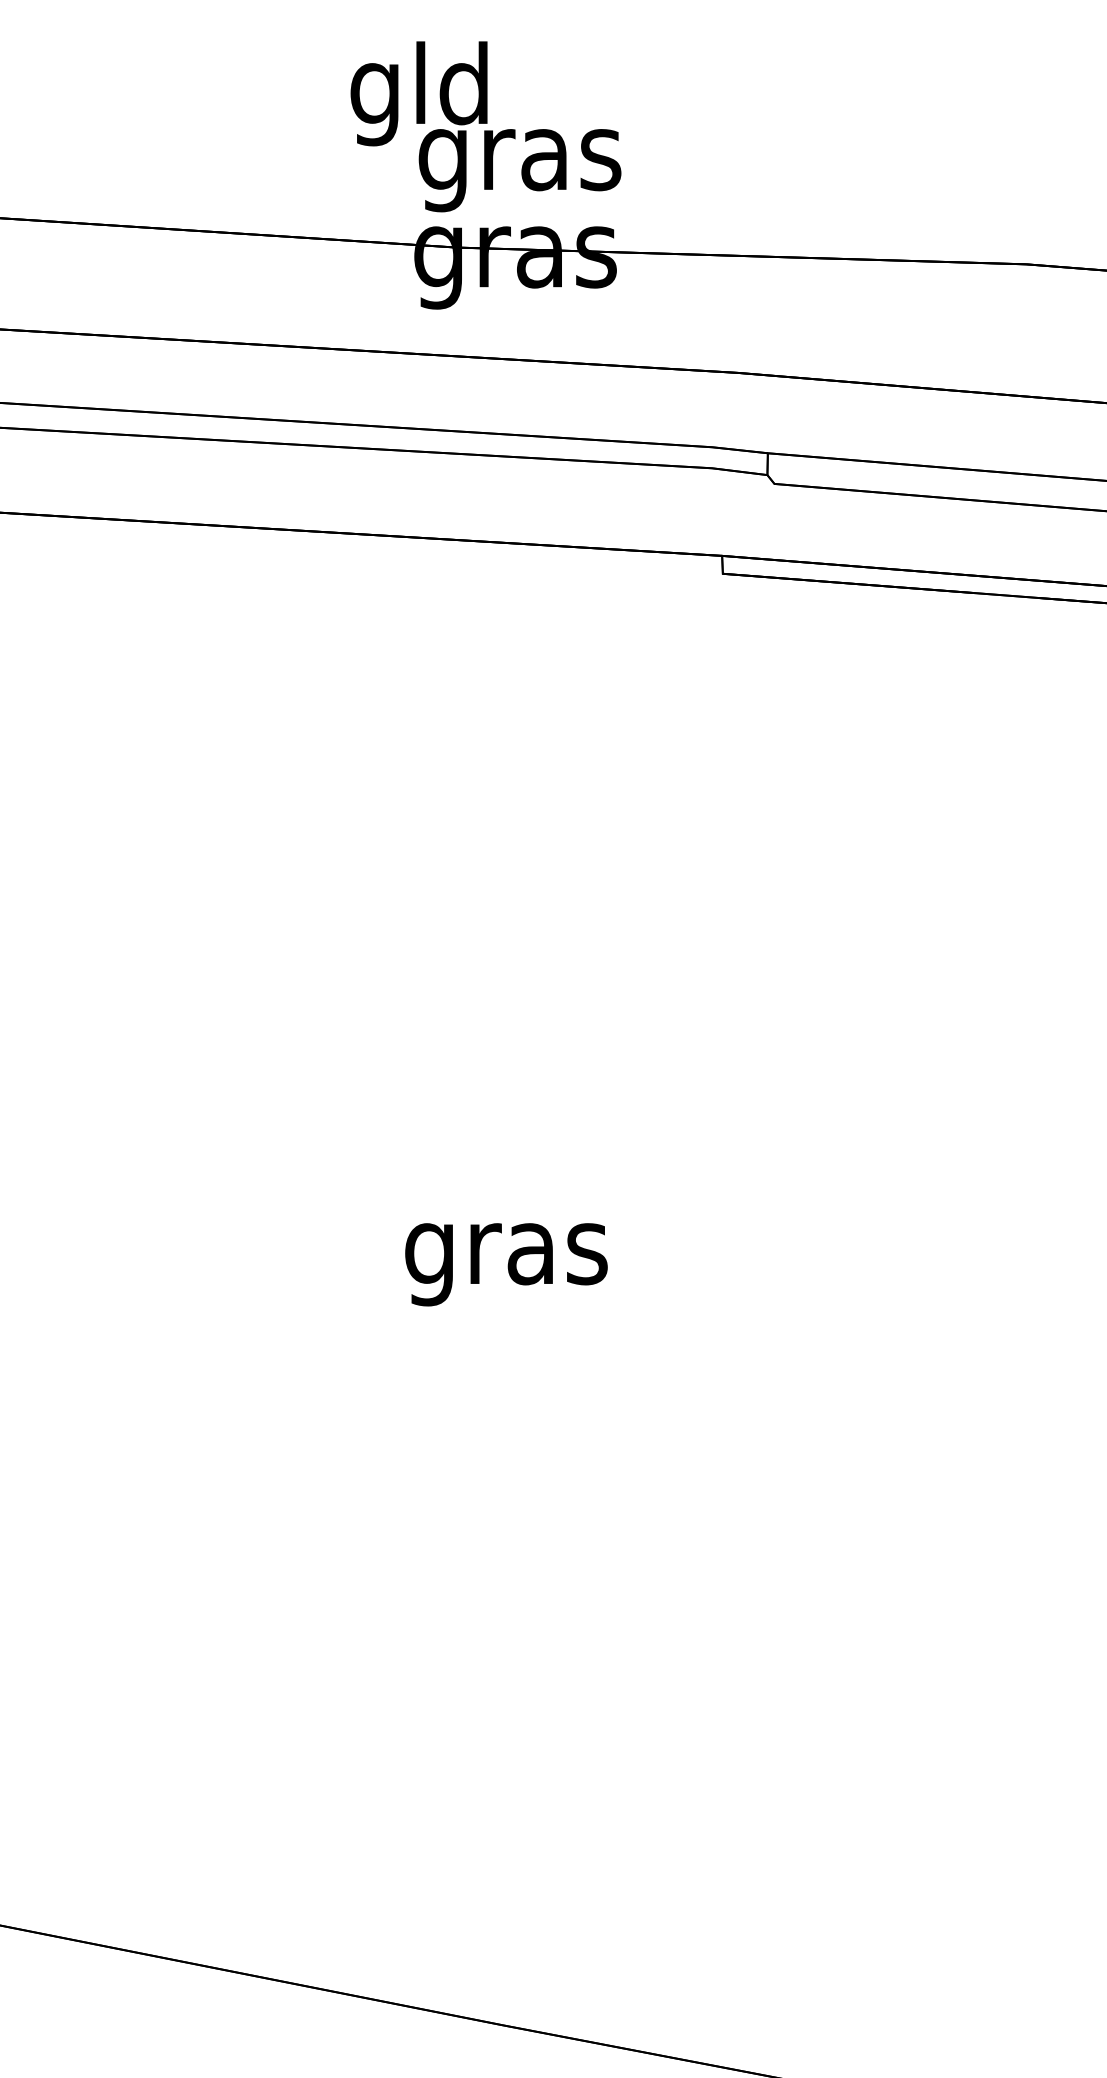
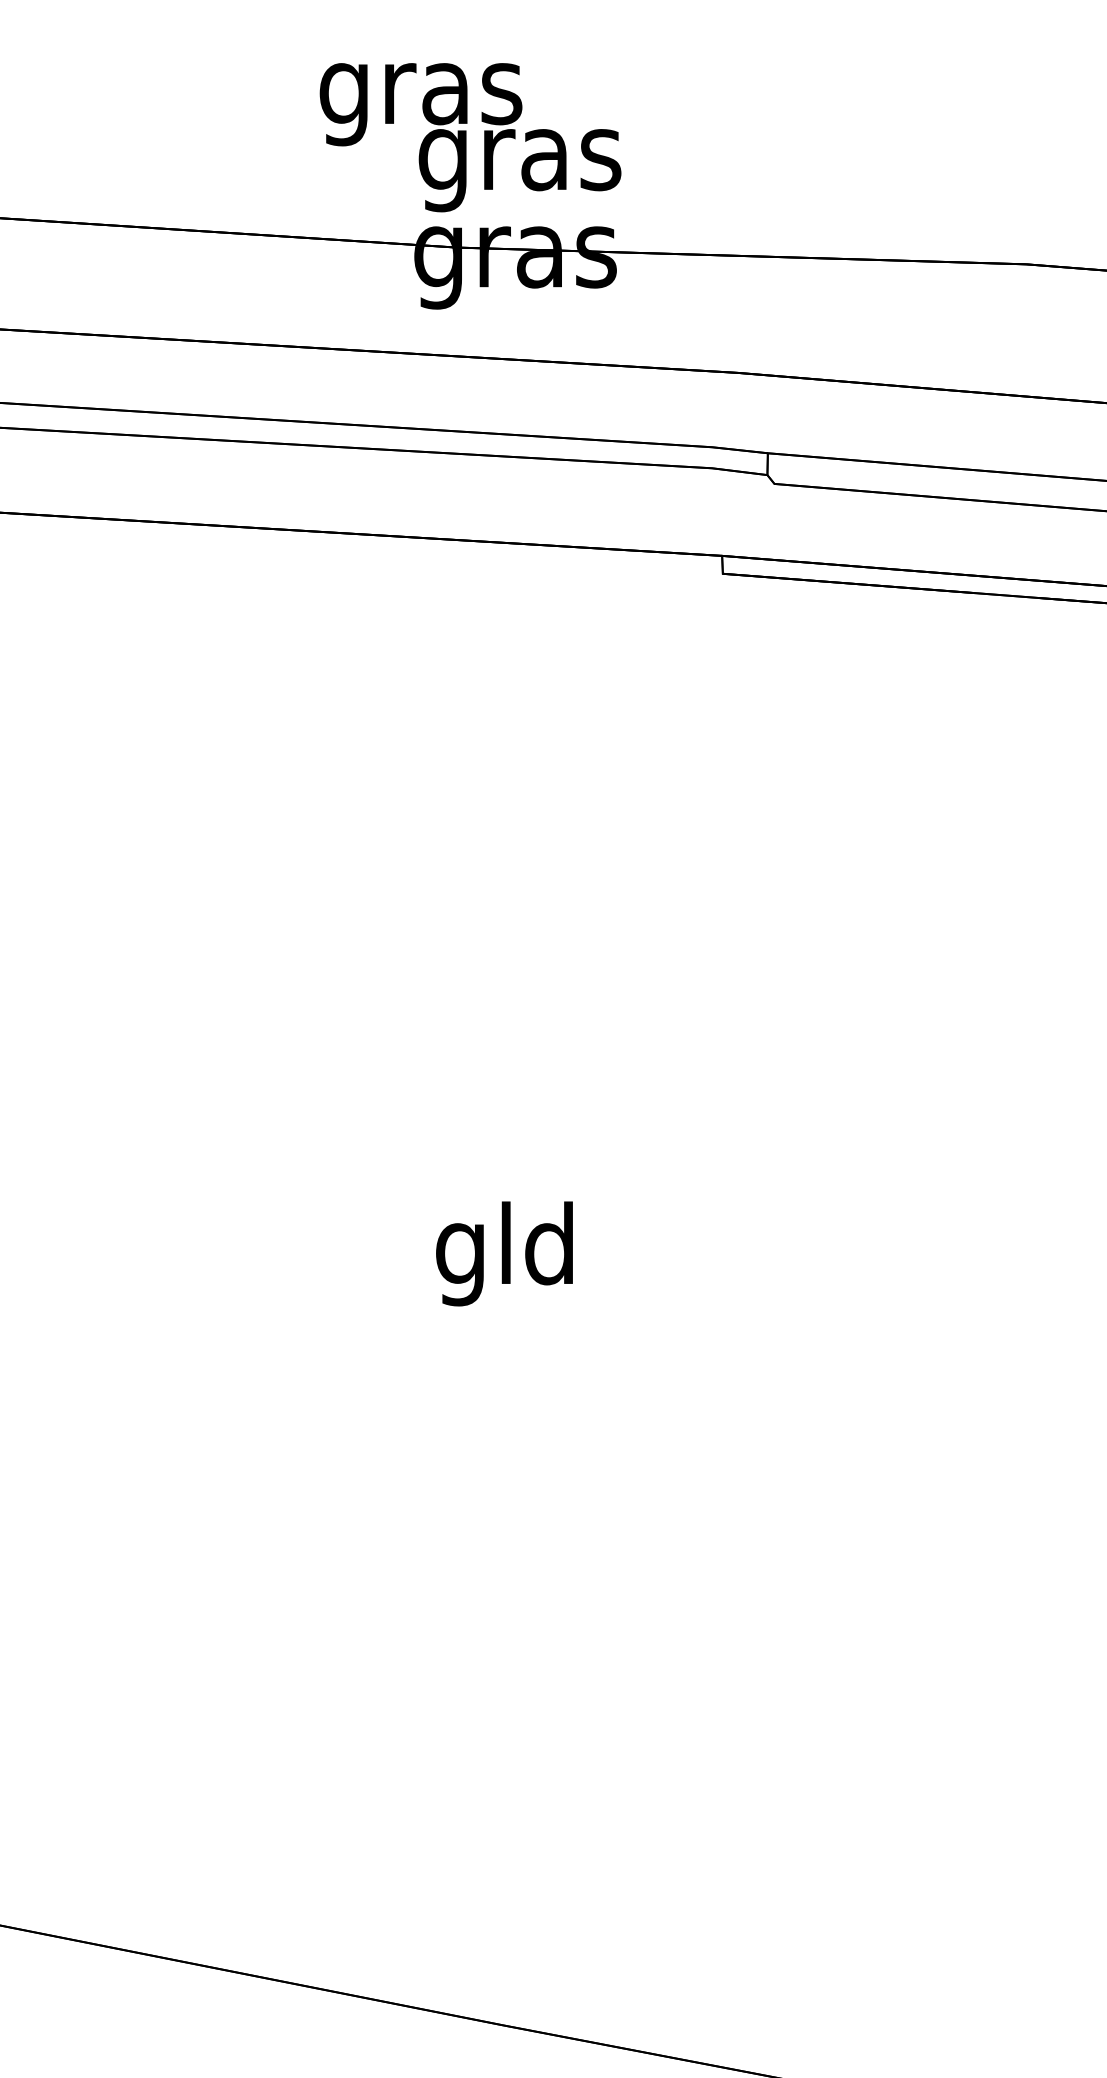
text at (420, 93): gld -> gras
text at (506, 1253): gras -> gld
